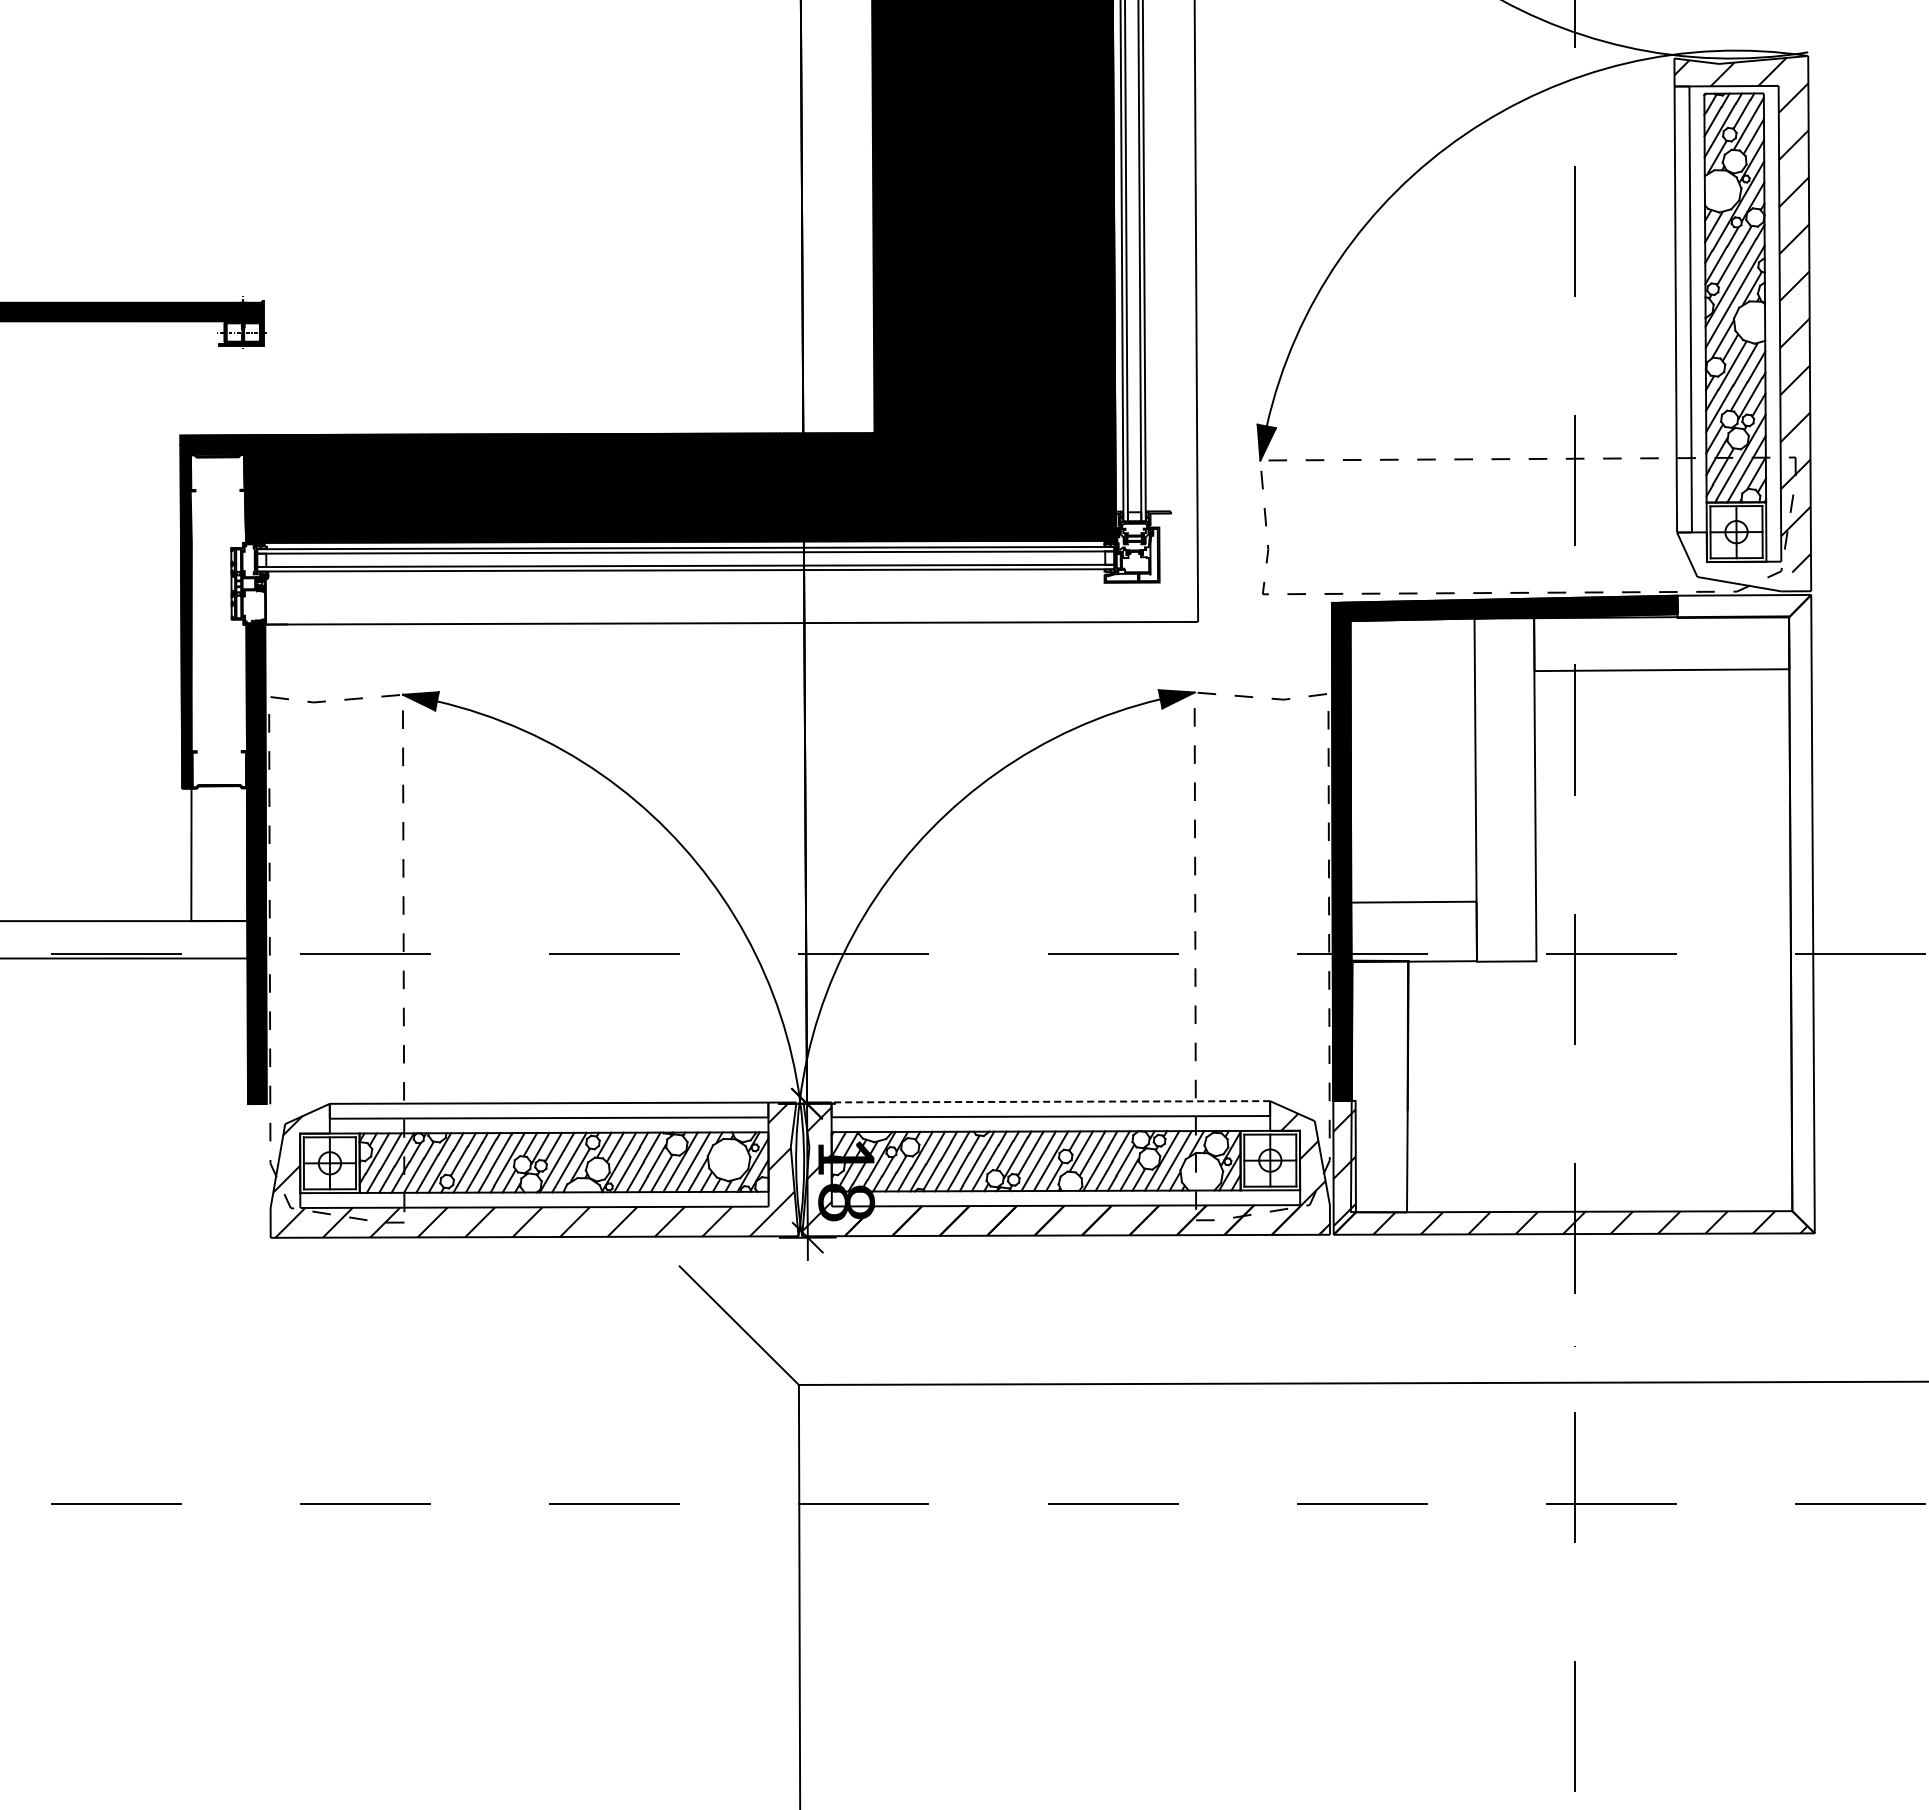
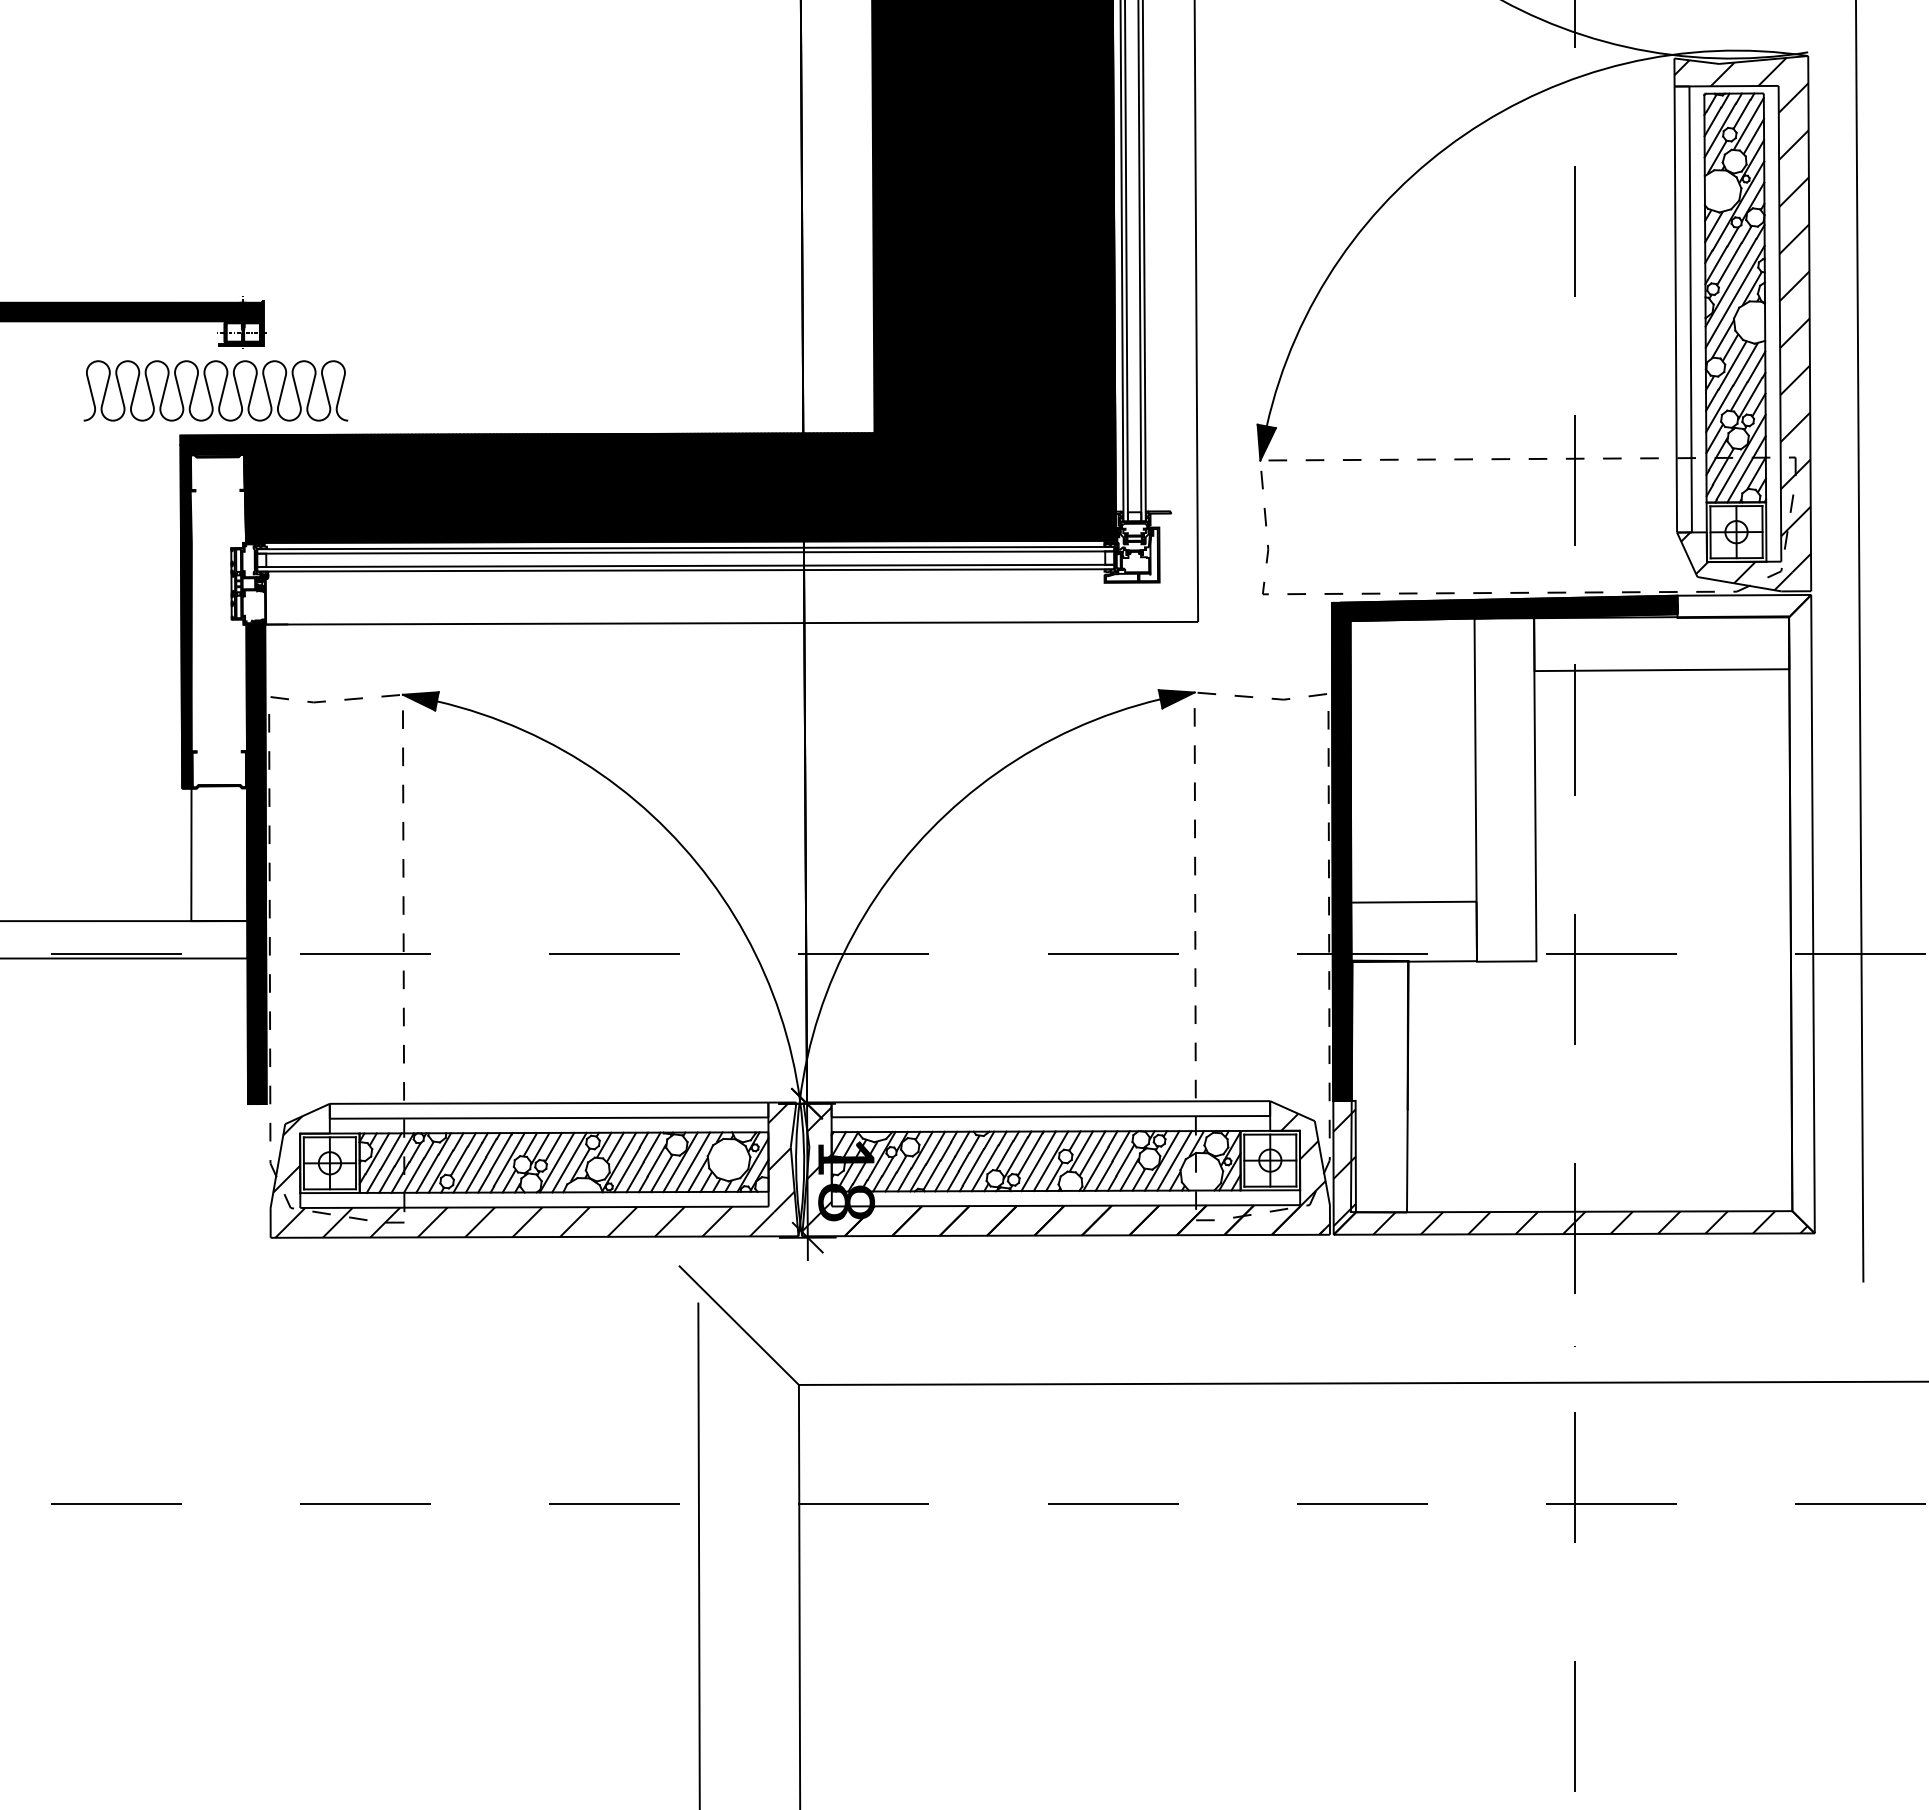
curve at (210, 393): none -> present
hatch at (1736, 561): none -> present
line at (1859, 641): none -> present
line at (1050, 1101): dashed -> solid
line at (698, 1554): none -> present
